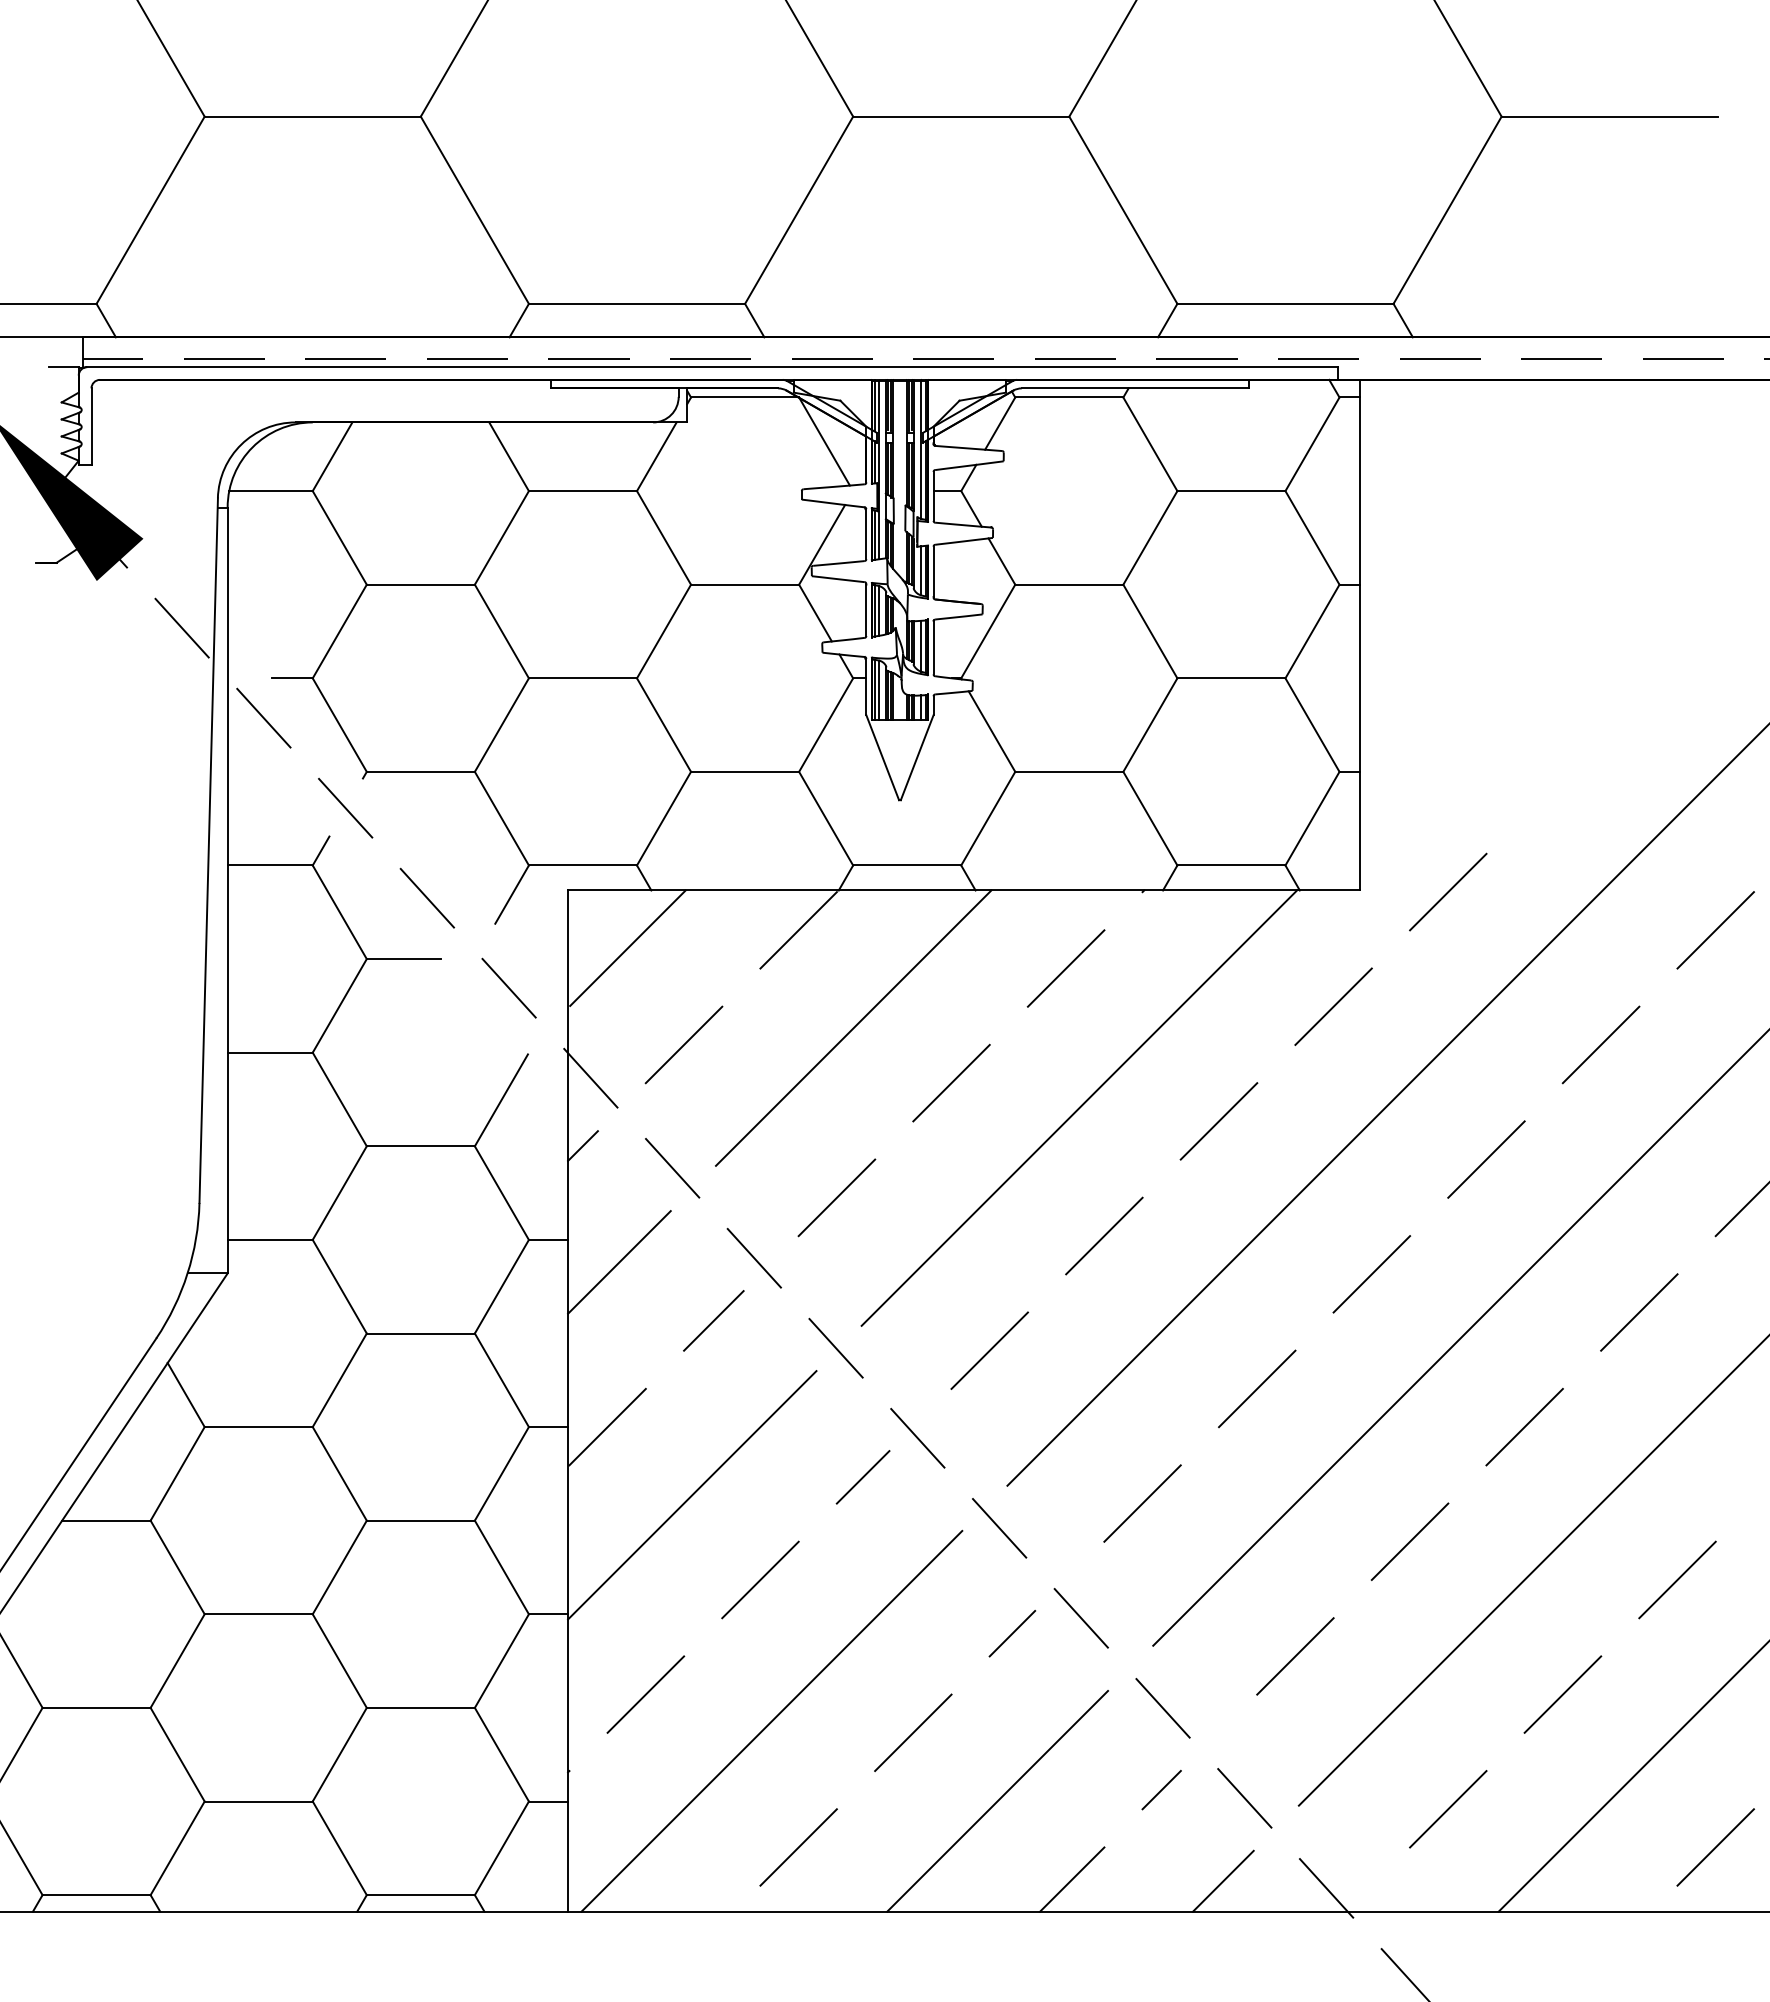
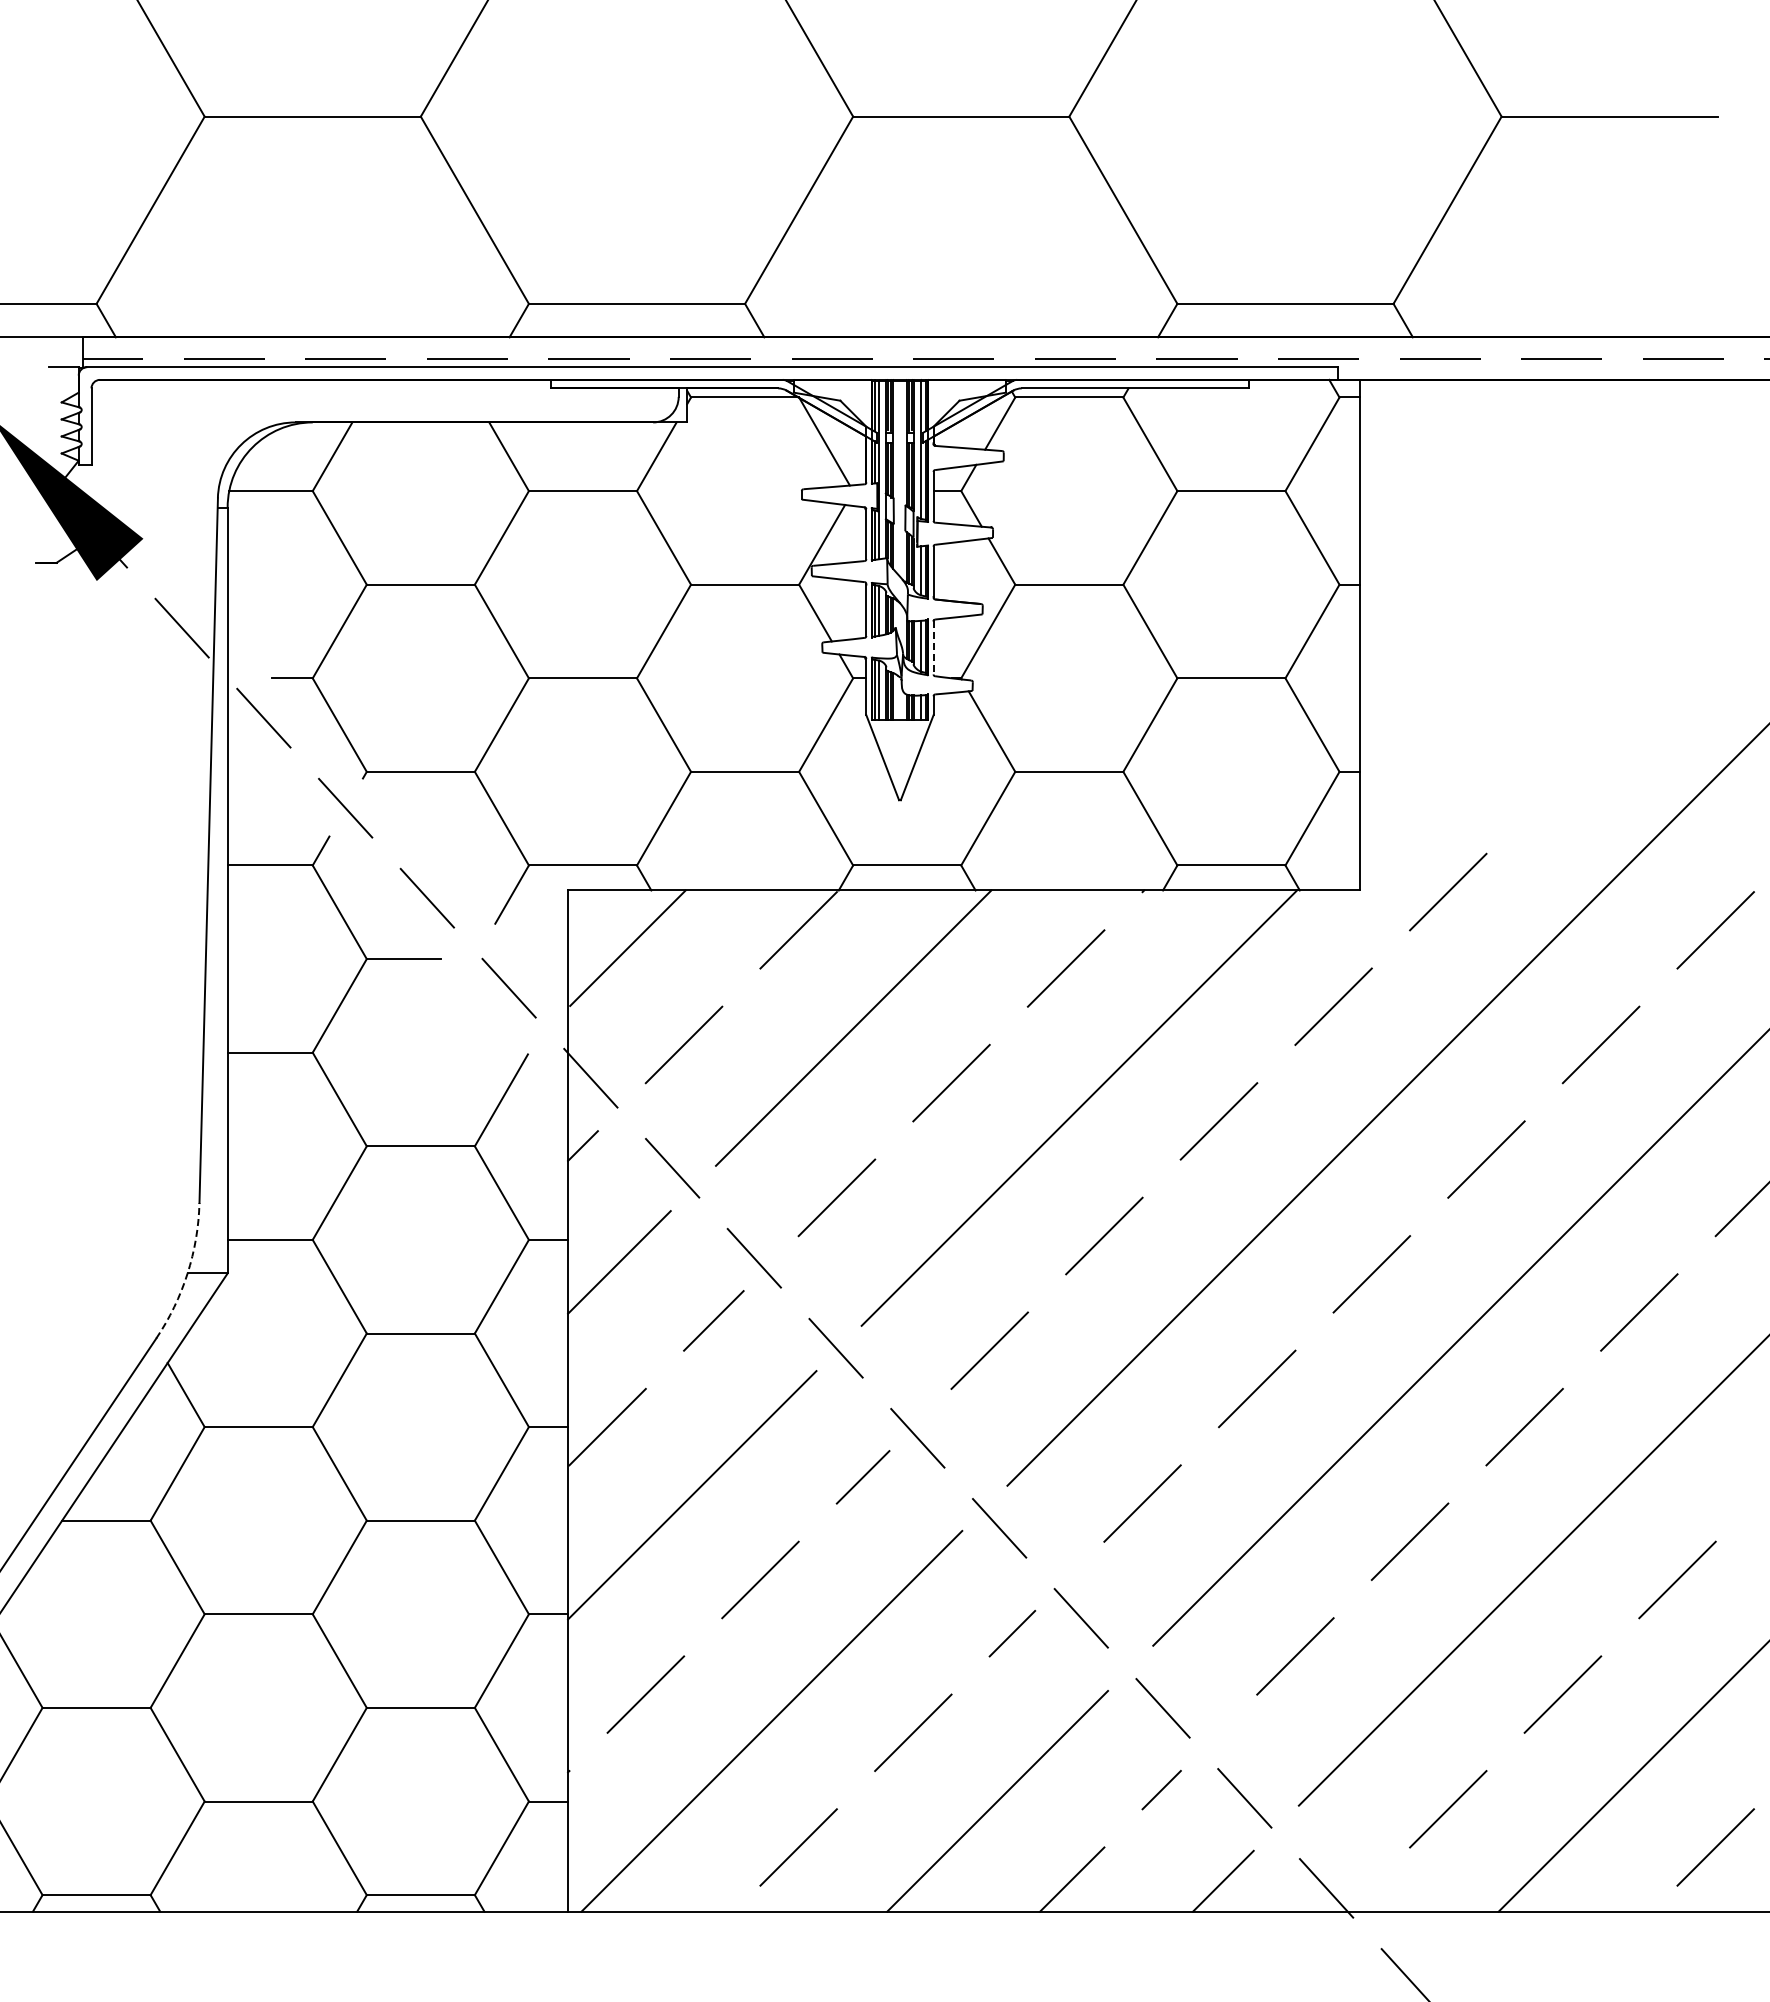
line at (933, 647): solid -> dashed
arc at (187, 1273): solid -> dashed
